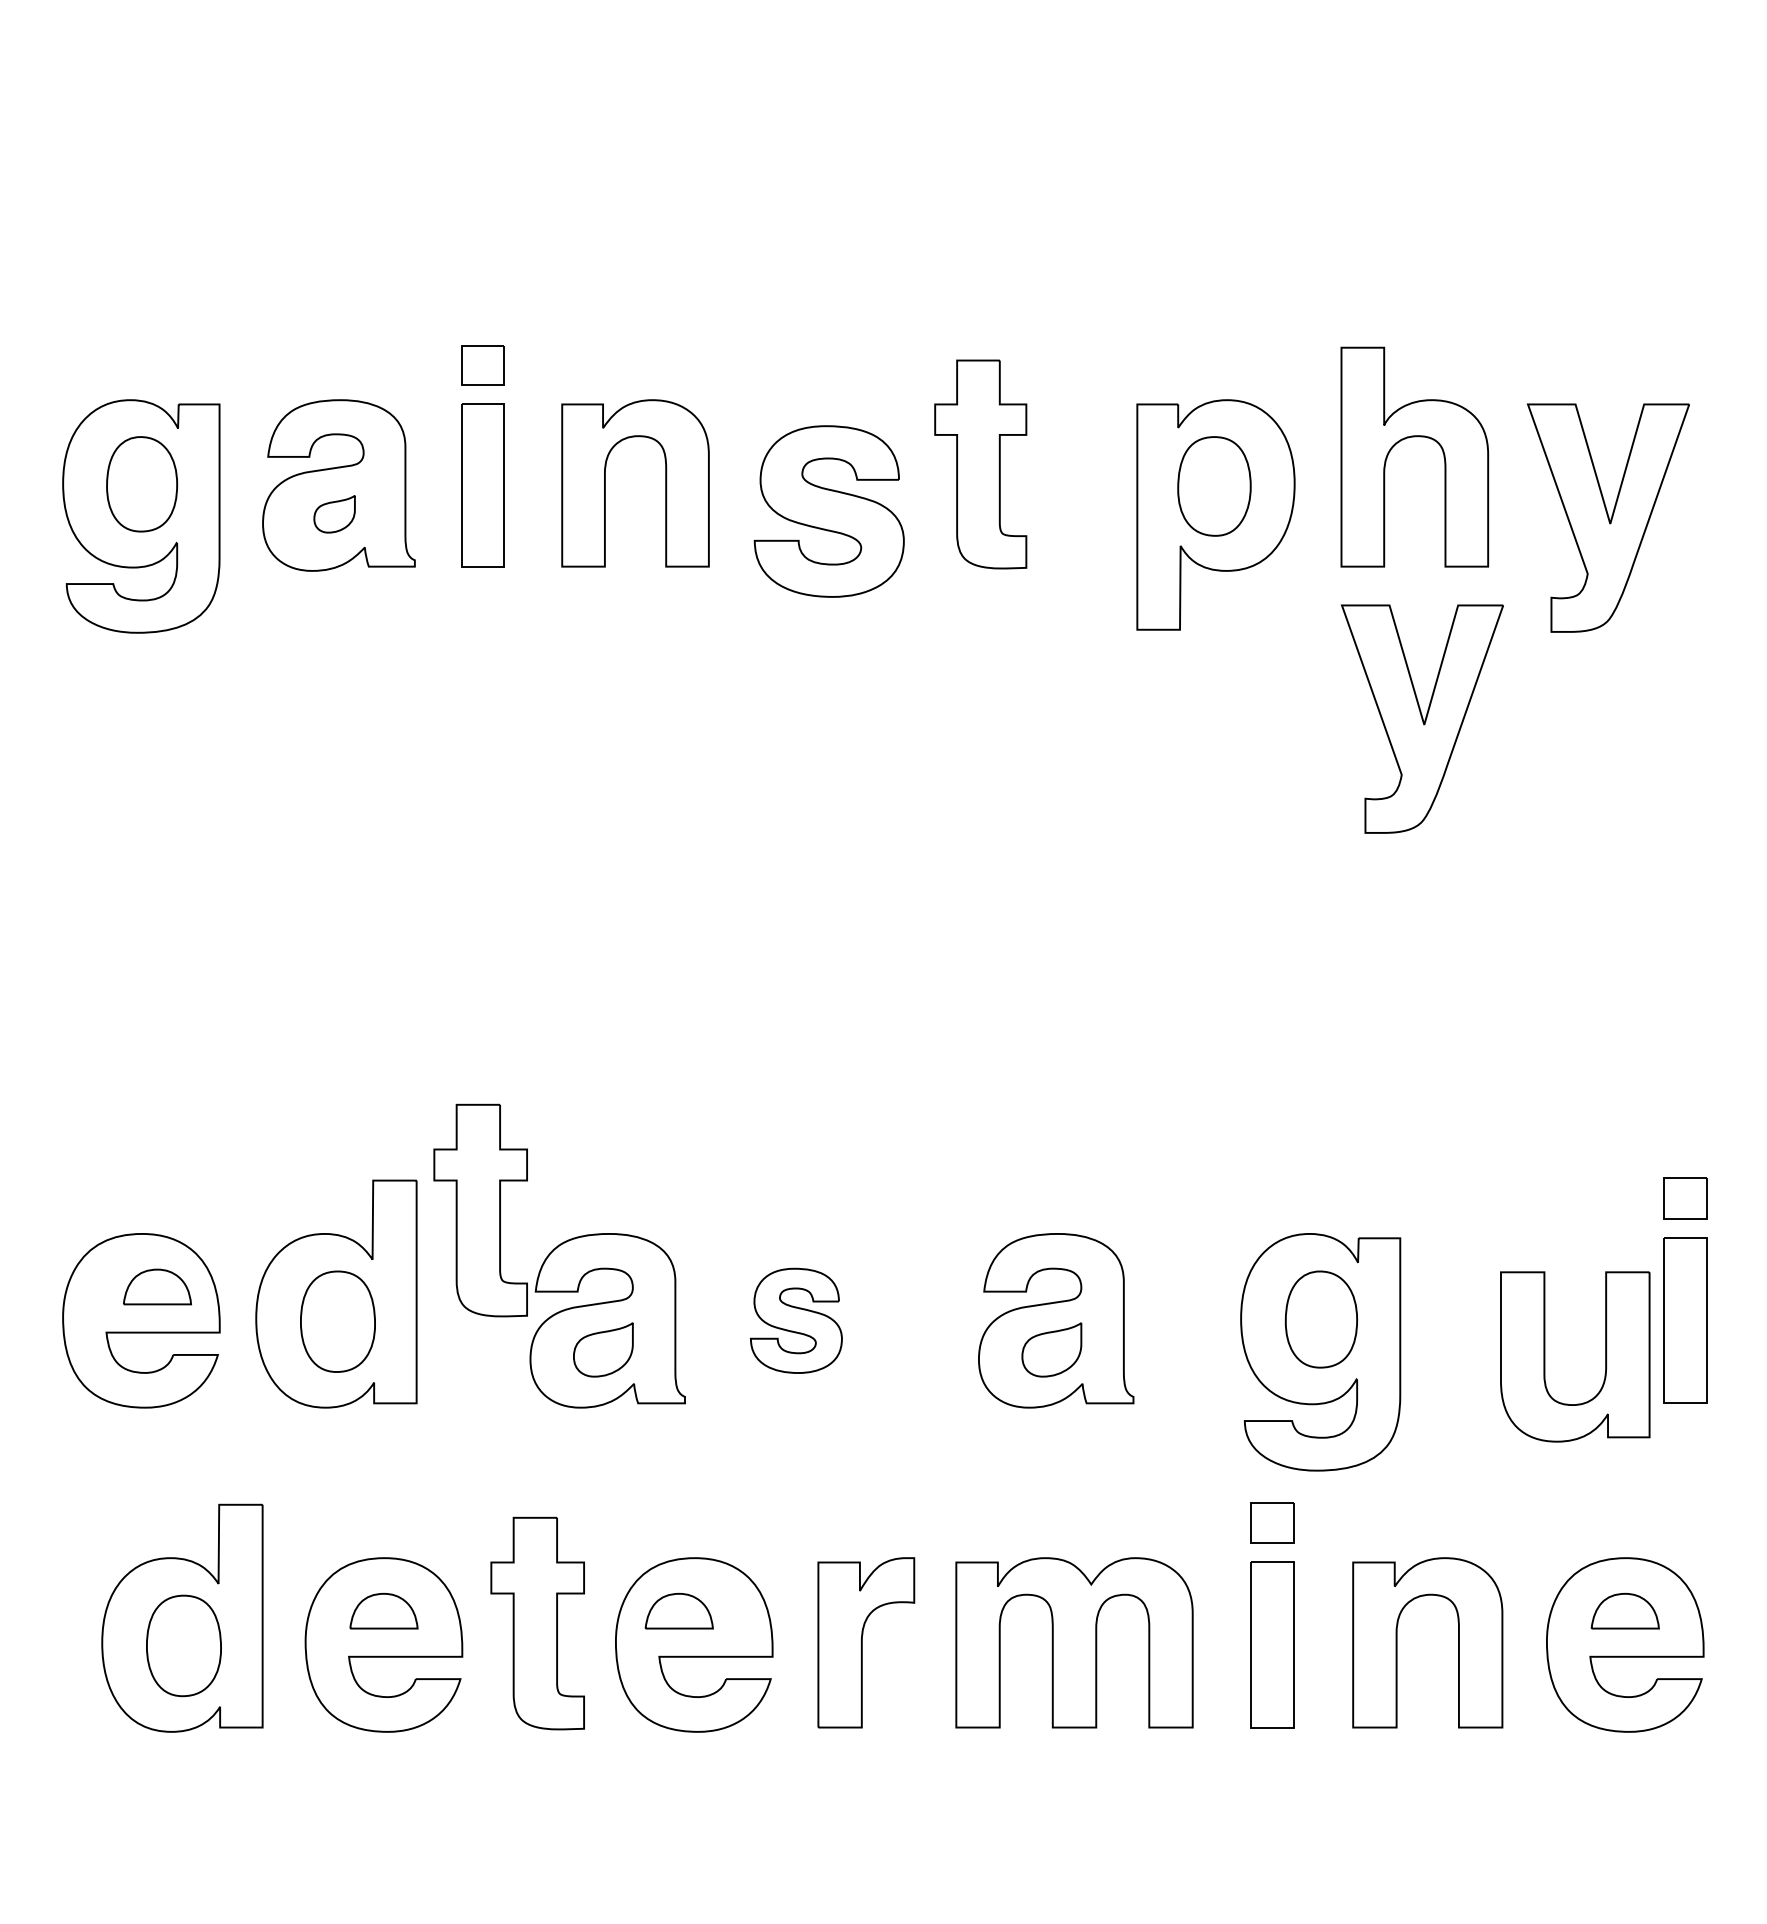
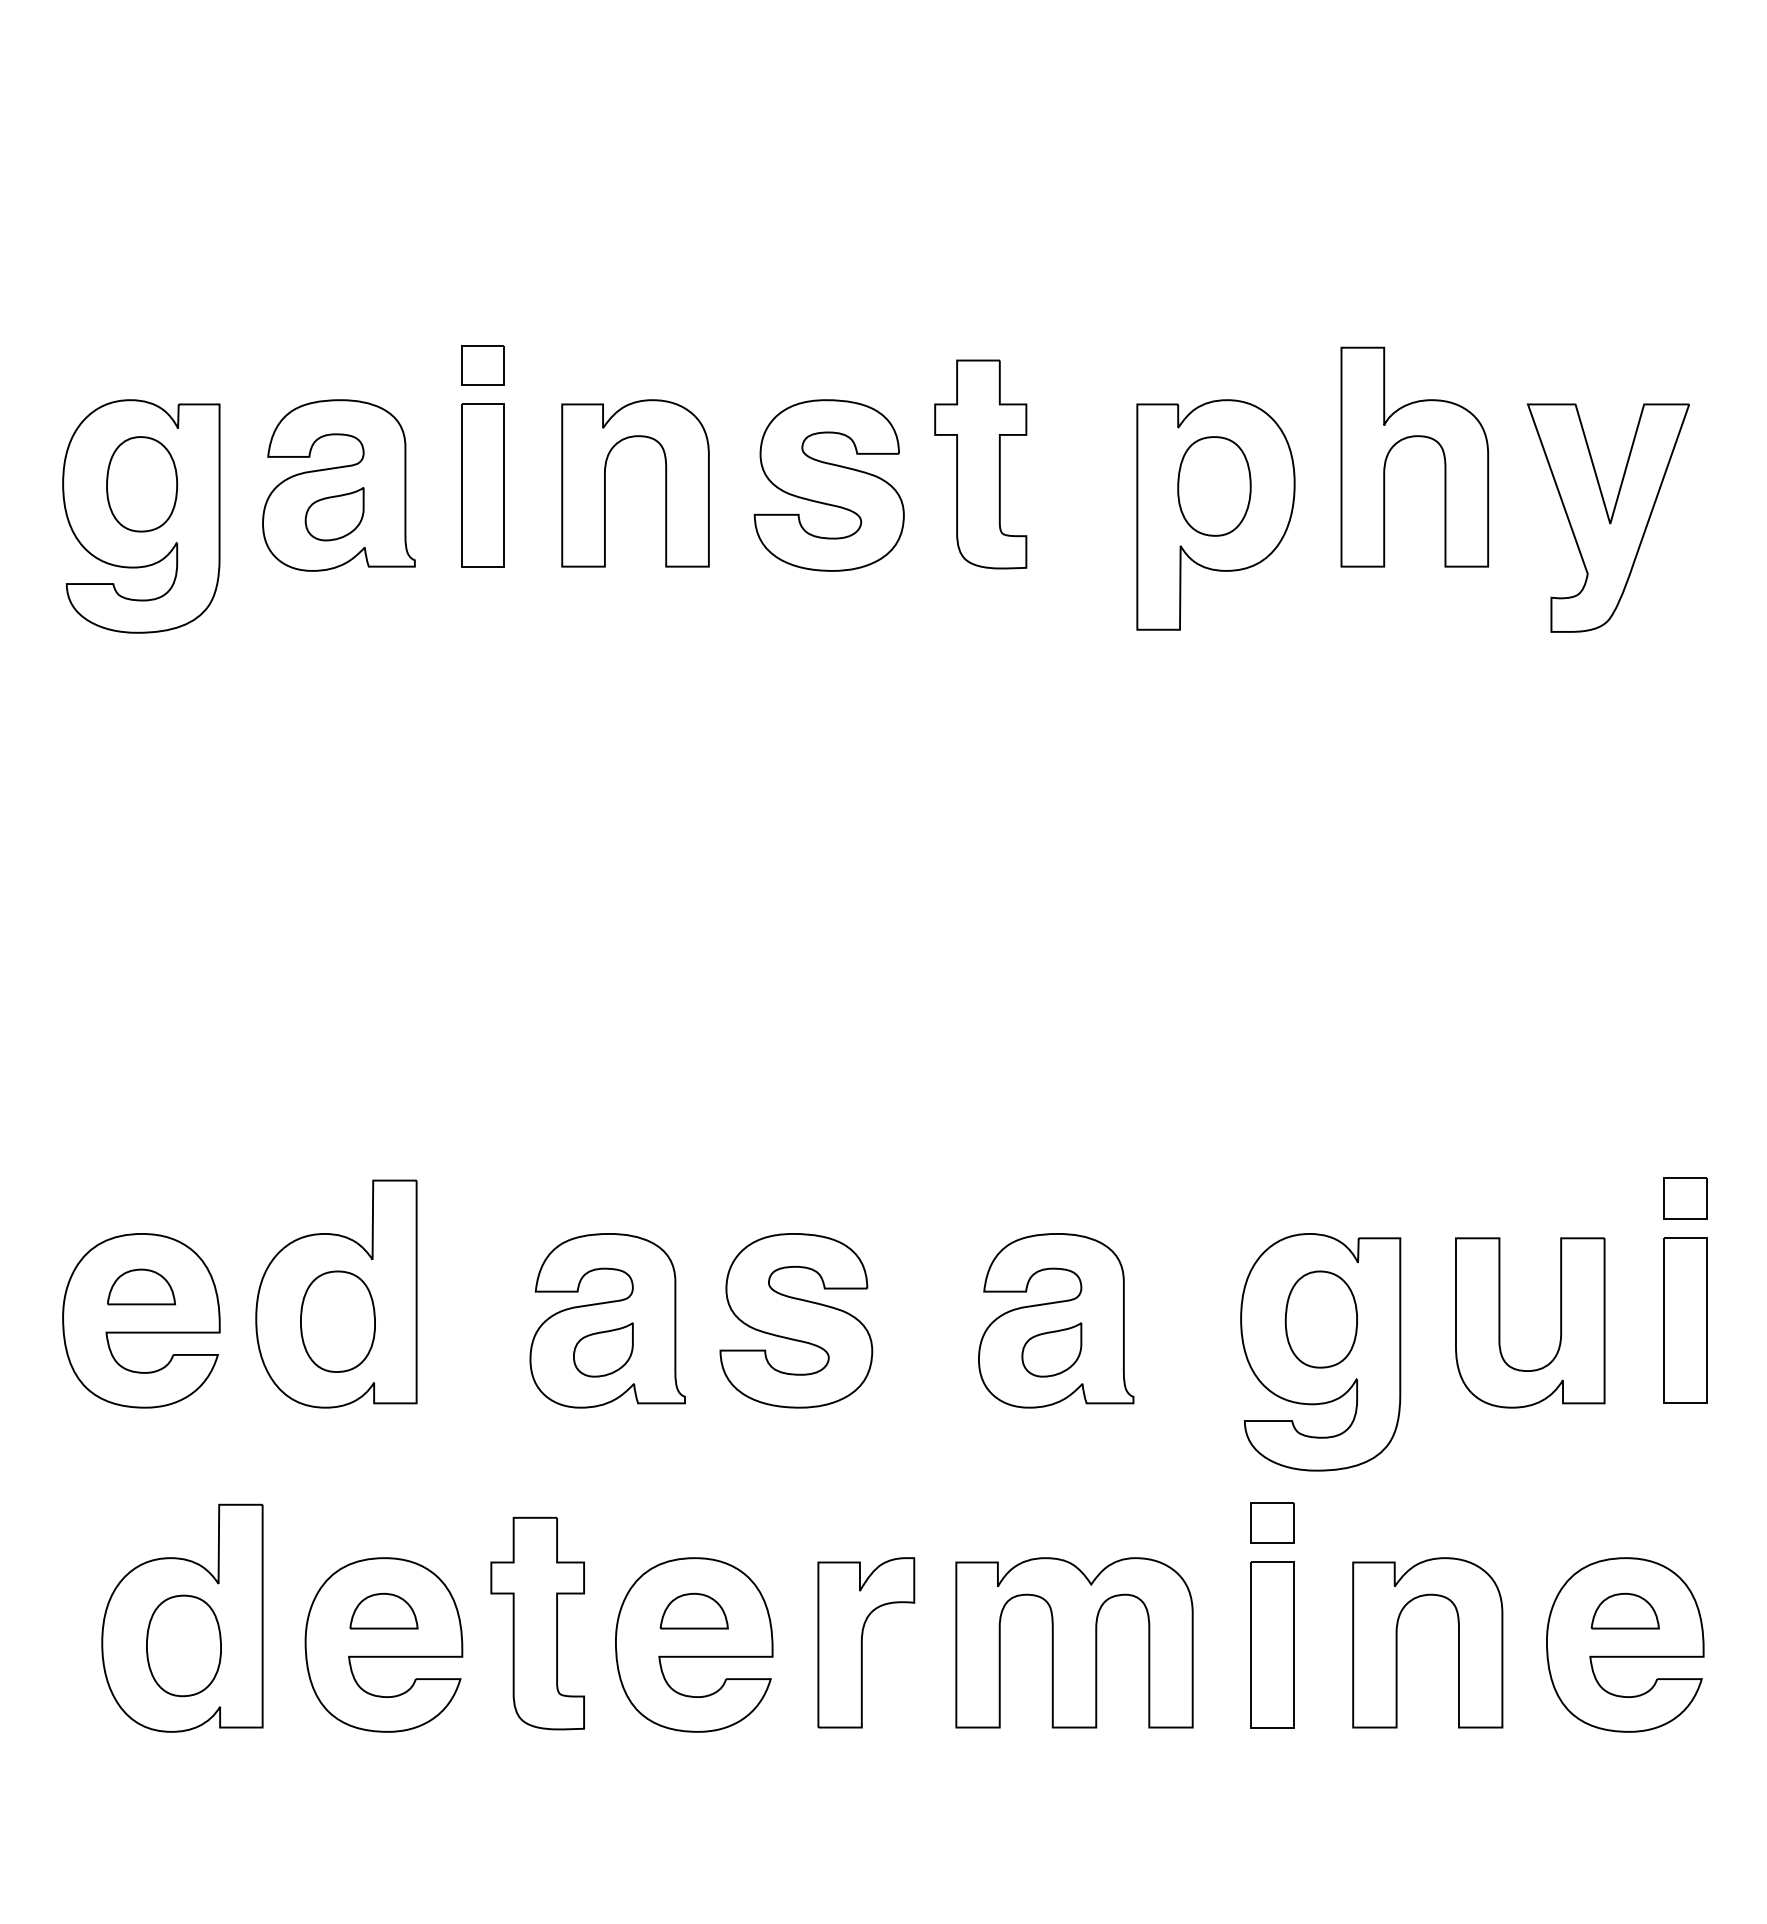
part at (828, 511) position: (828, 511) -> (828, 485)
part at (334, 514) size: 43x39 px -> 61x55 px
part at (1421, 718): present -> none
part at (480, 1210): present -> none
part at (157, 1286) position: (157, 1286) -> (141, 1286)
part at (796, 1320) size: 93x107 px -> 155x176 px
part at (1545, 1356) position: (1545, 1356) -> (1500, 1322)
part at (678, 1610) position: (678, 1610) -> (693, 1610)
